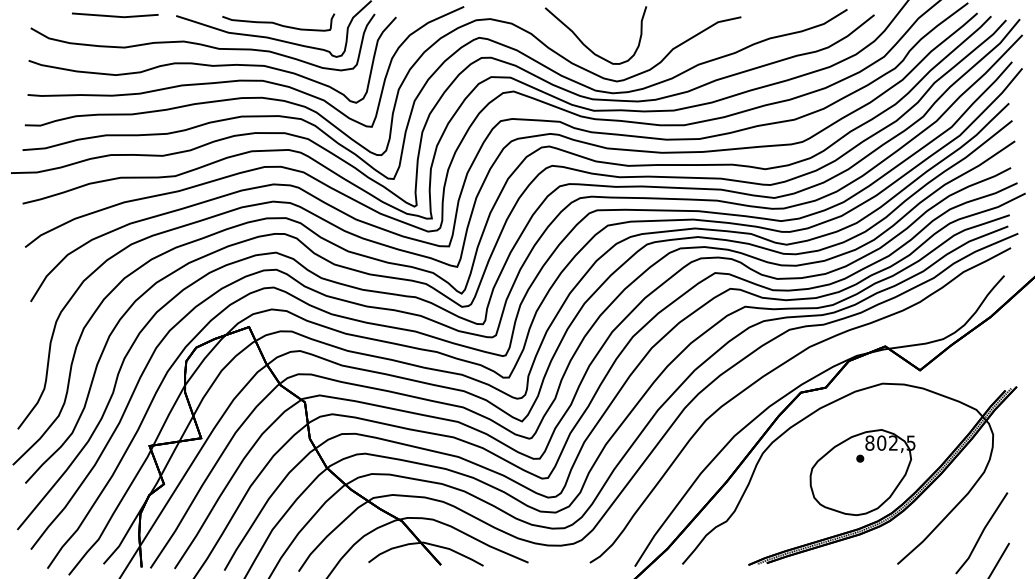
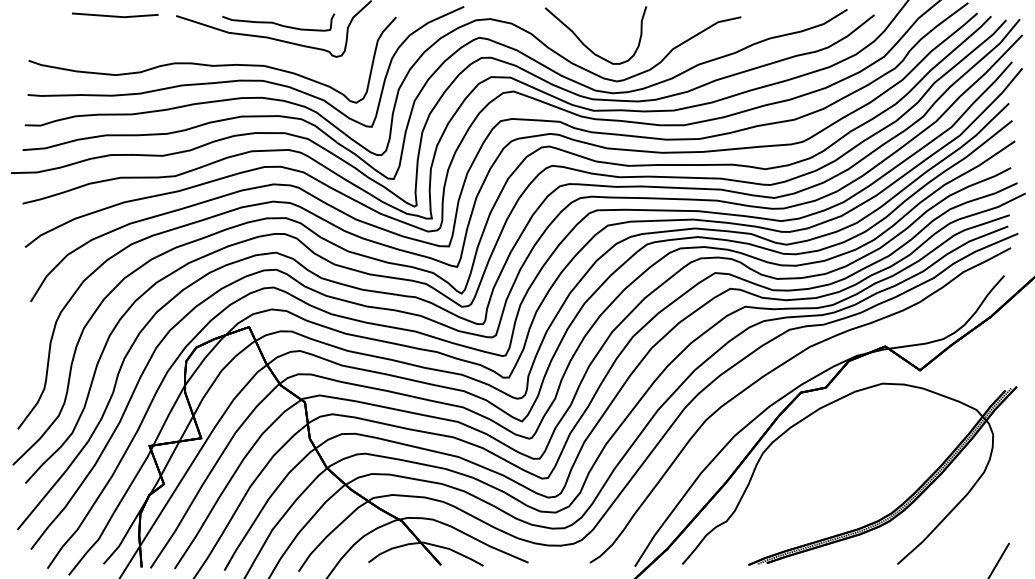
curve at (201, 43): present -> none
part at (862, 472): present -> none
line at (981, 533): present -> none
